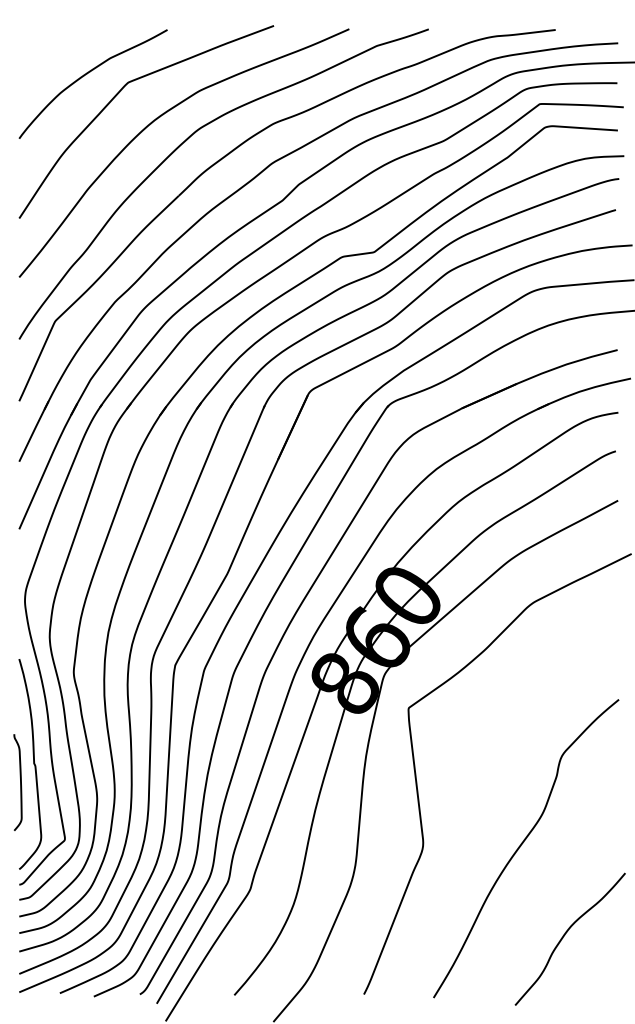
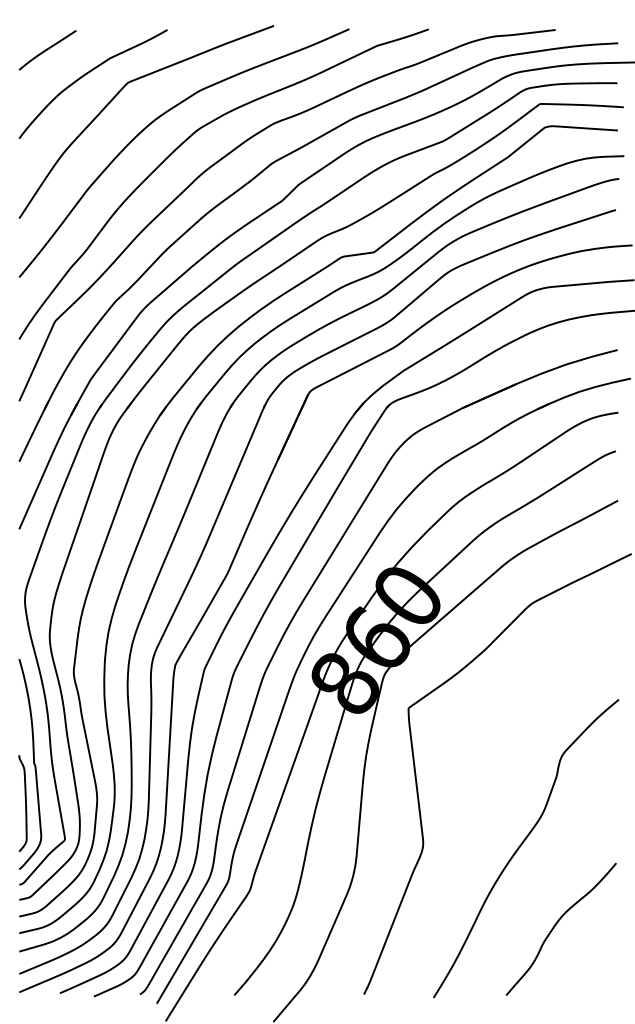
curve at (47, 50): none -> present
curve at (20, 782) position: (20, 782) -> (25, 803)
curve at (565, 935) position: (565, 935) -> (556, 925)
